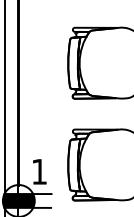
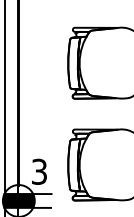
text at (39, 171): 1 -> 3
